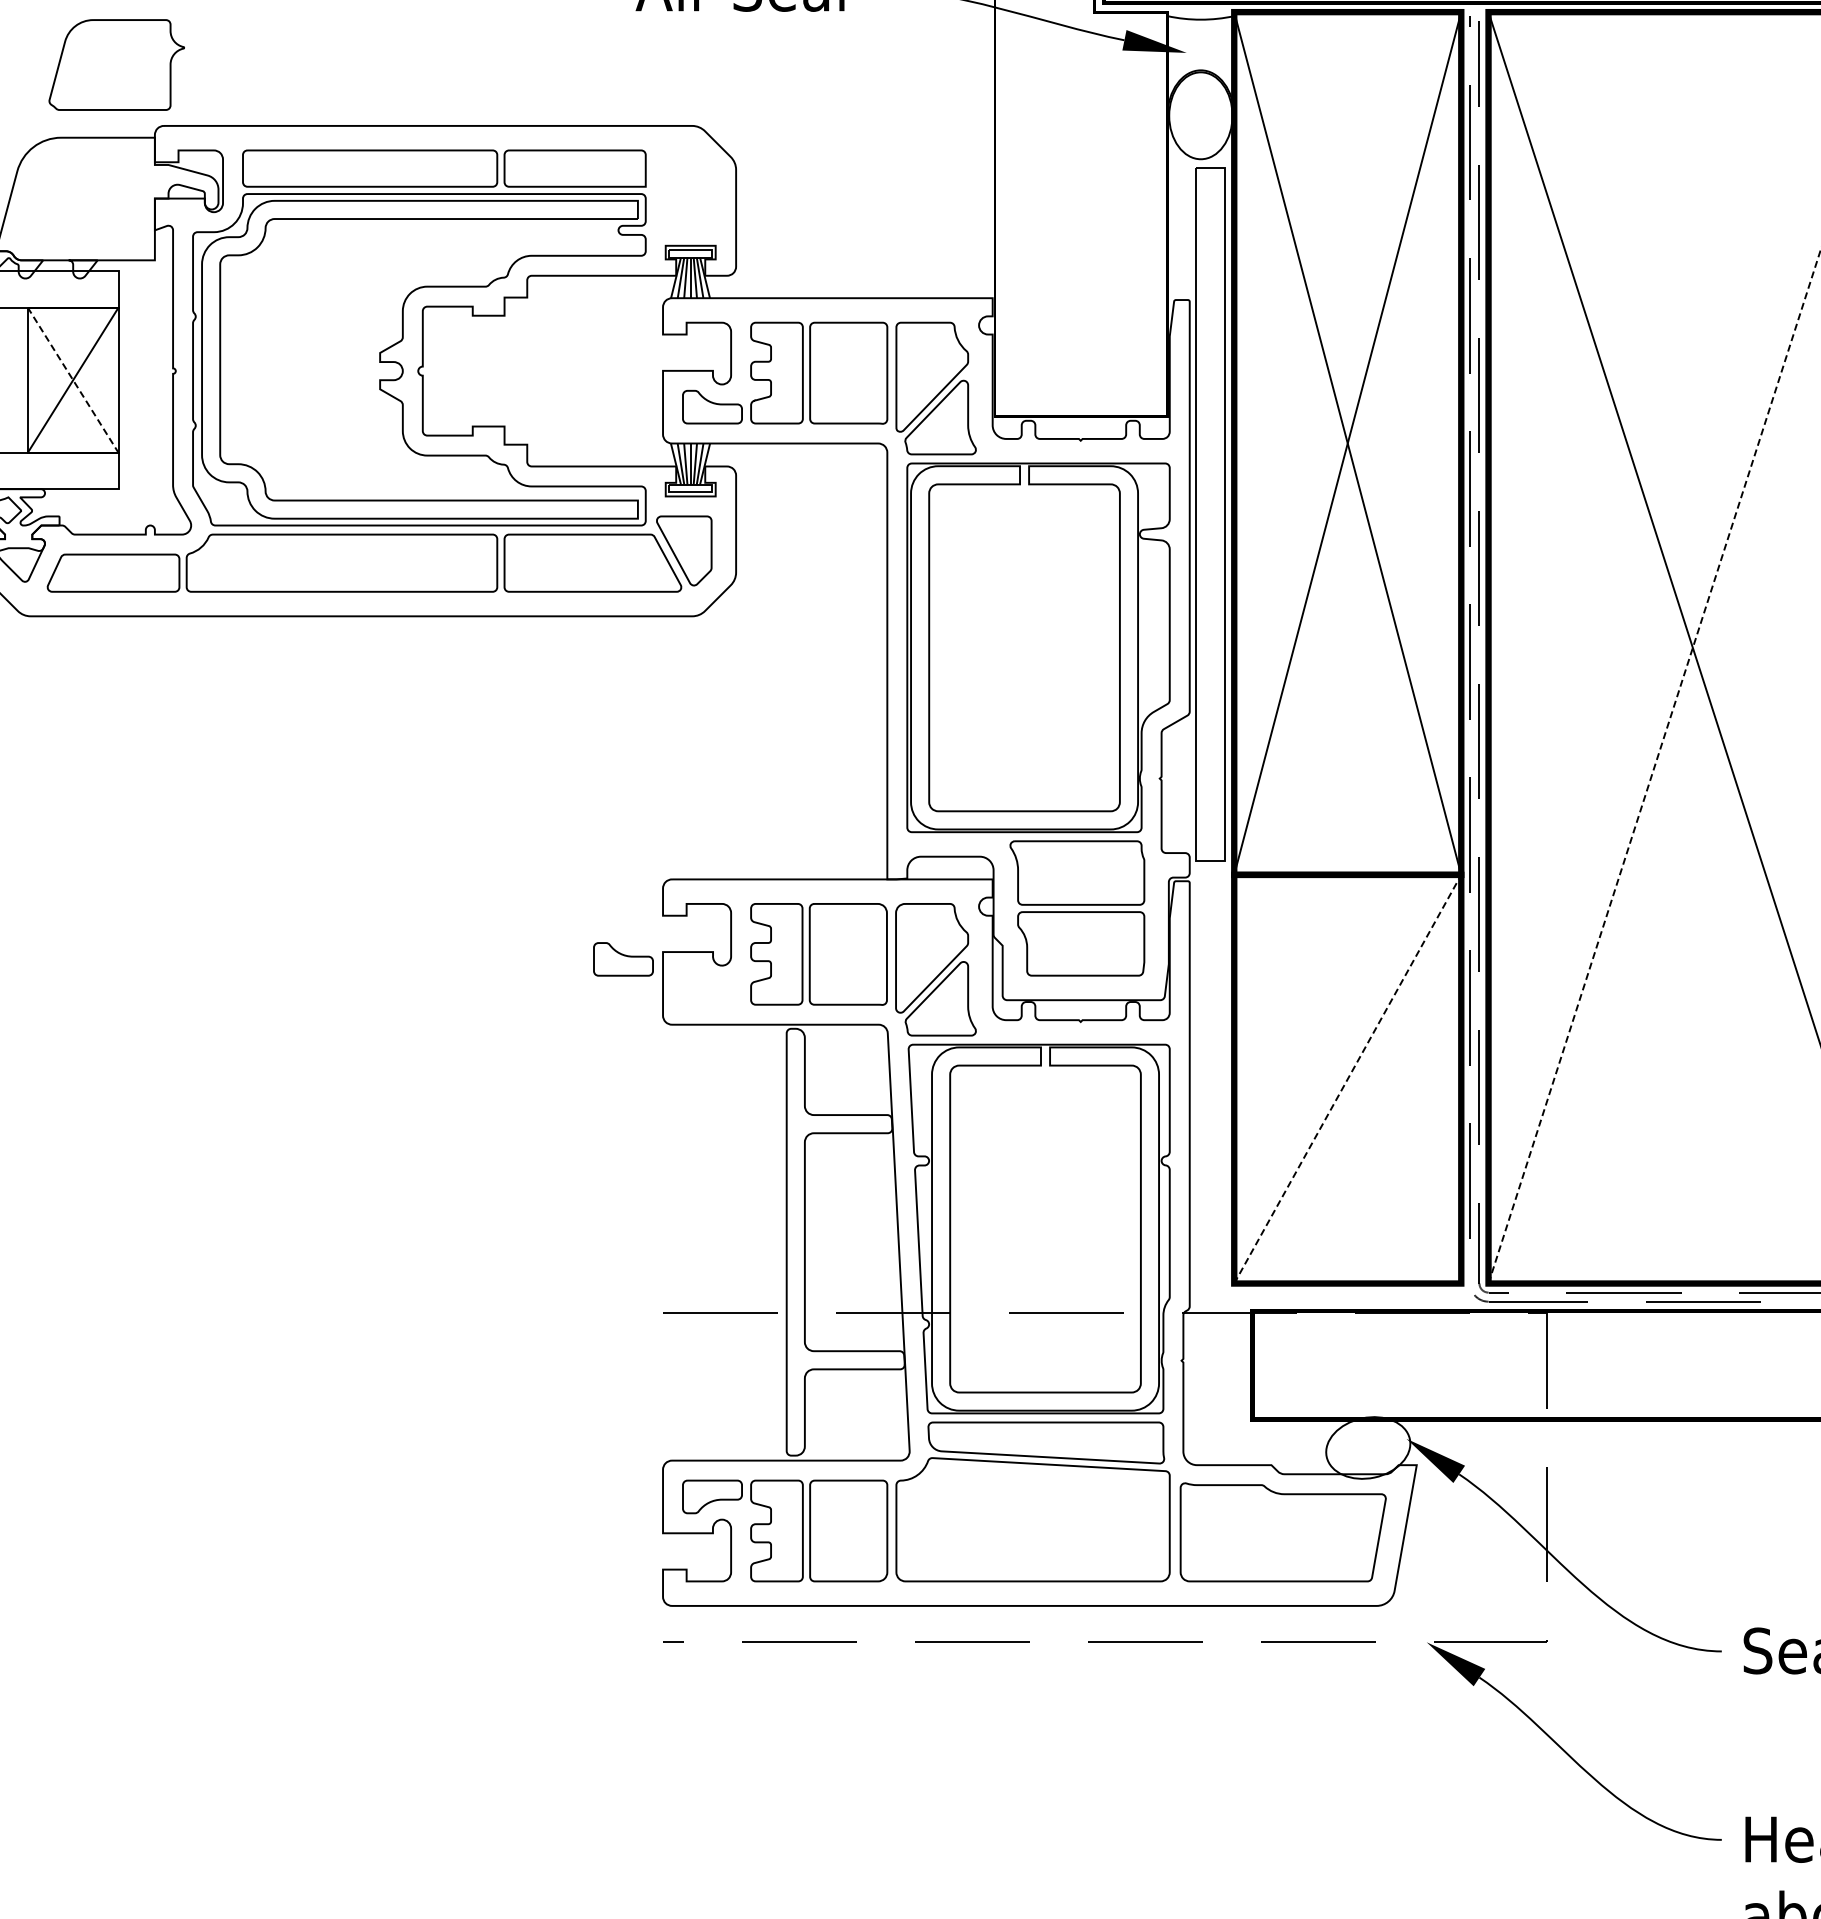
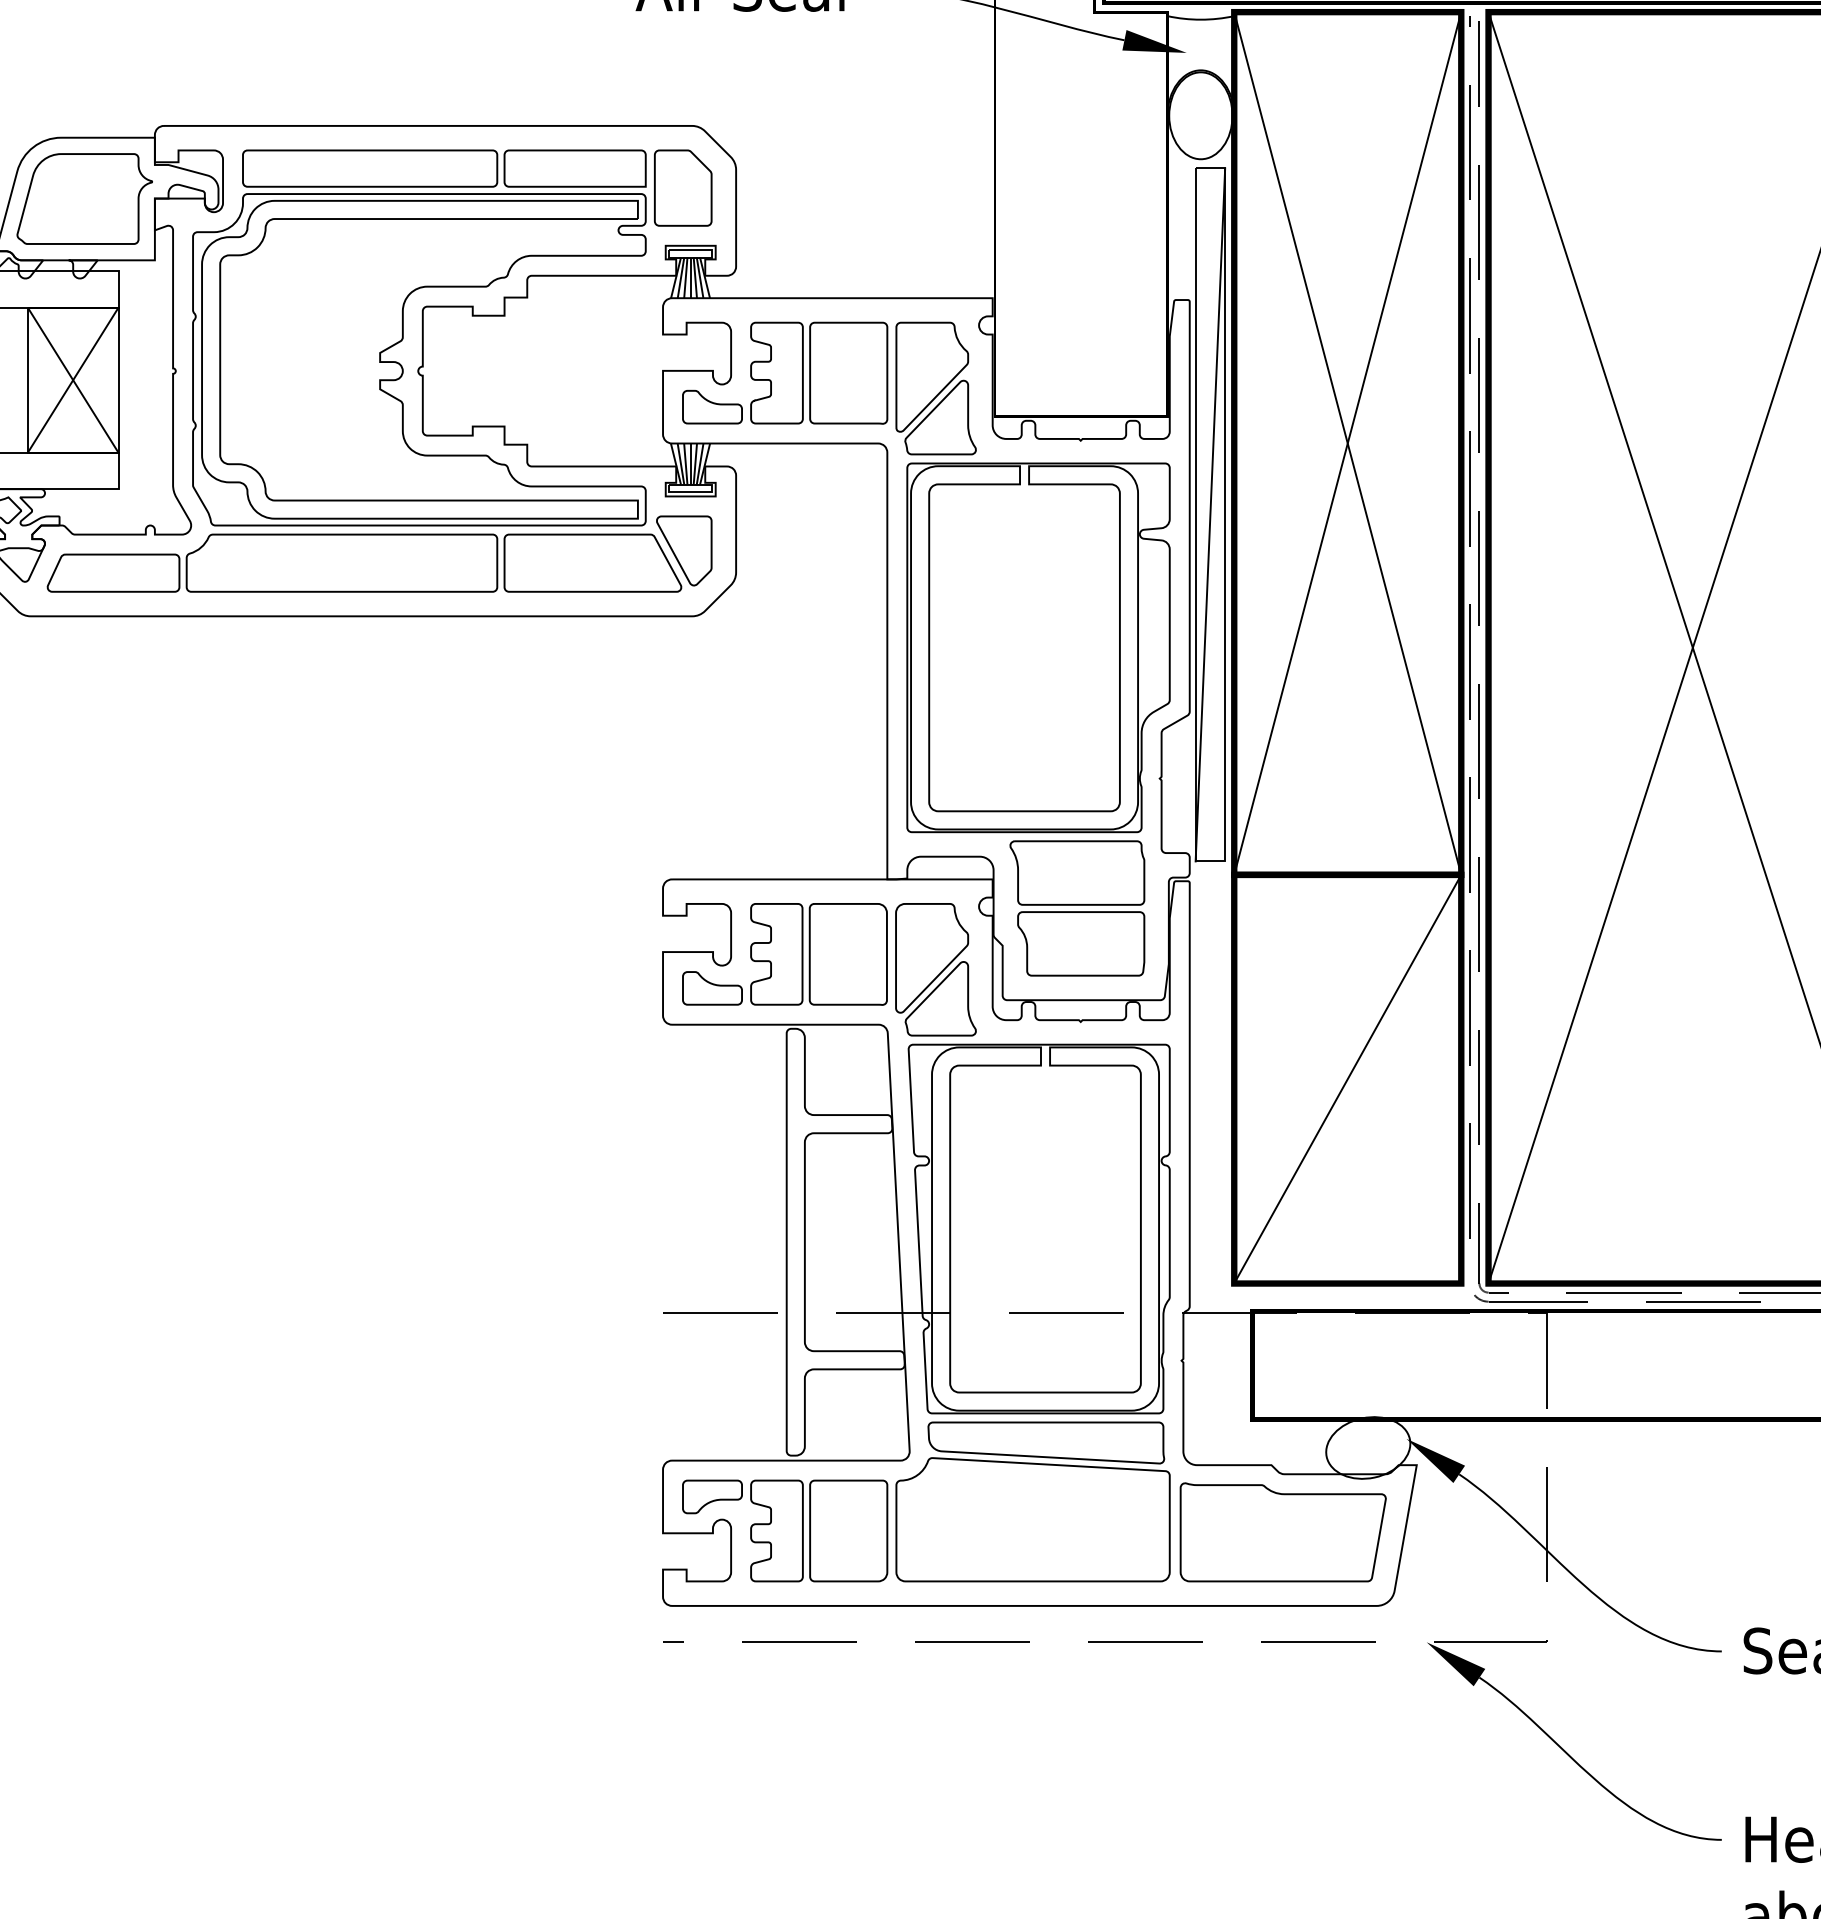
part at (116, 64) position: (116, 64) -> (84, 198)
part at (683, 187): none -> present
line at (73, 380): dashed -> solid
line at (1210, 514): none -> present
line at (1654, 766): dashed -> solid
part at (623, 959) position: (623, 959) -> (712, 988)
line at (1347, 1079): dashed -> solid
